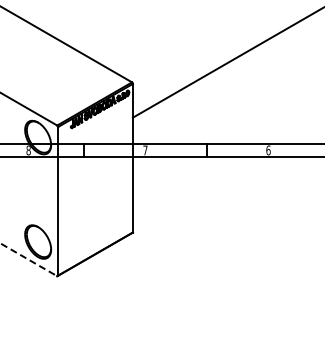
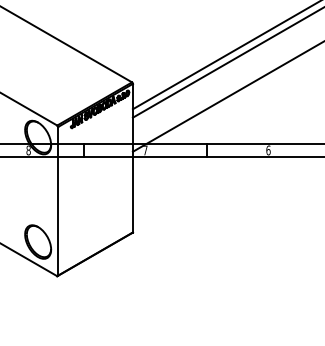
line at (225, 55): none -> present
line at (226, 96): none -> present
line at (28, 259): dashed -> solid
